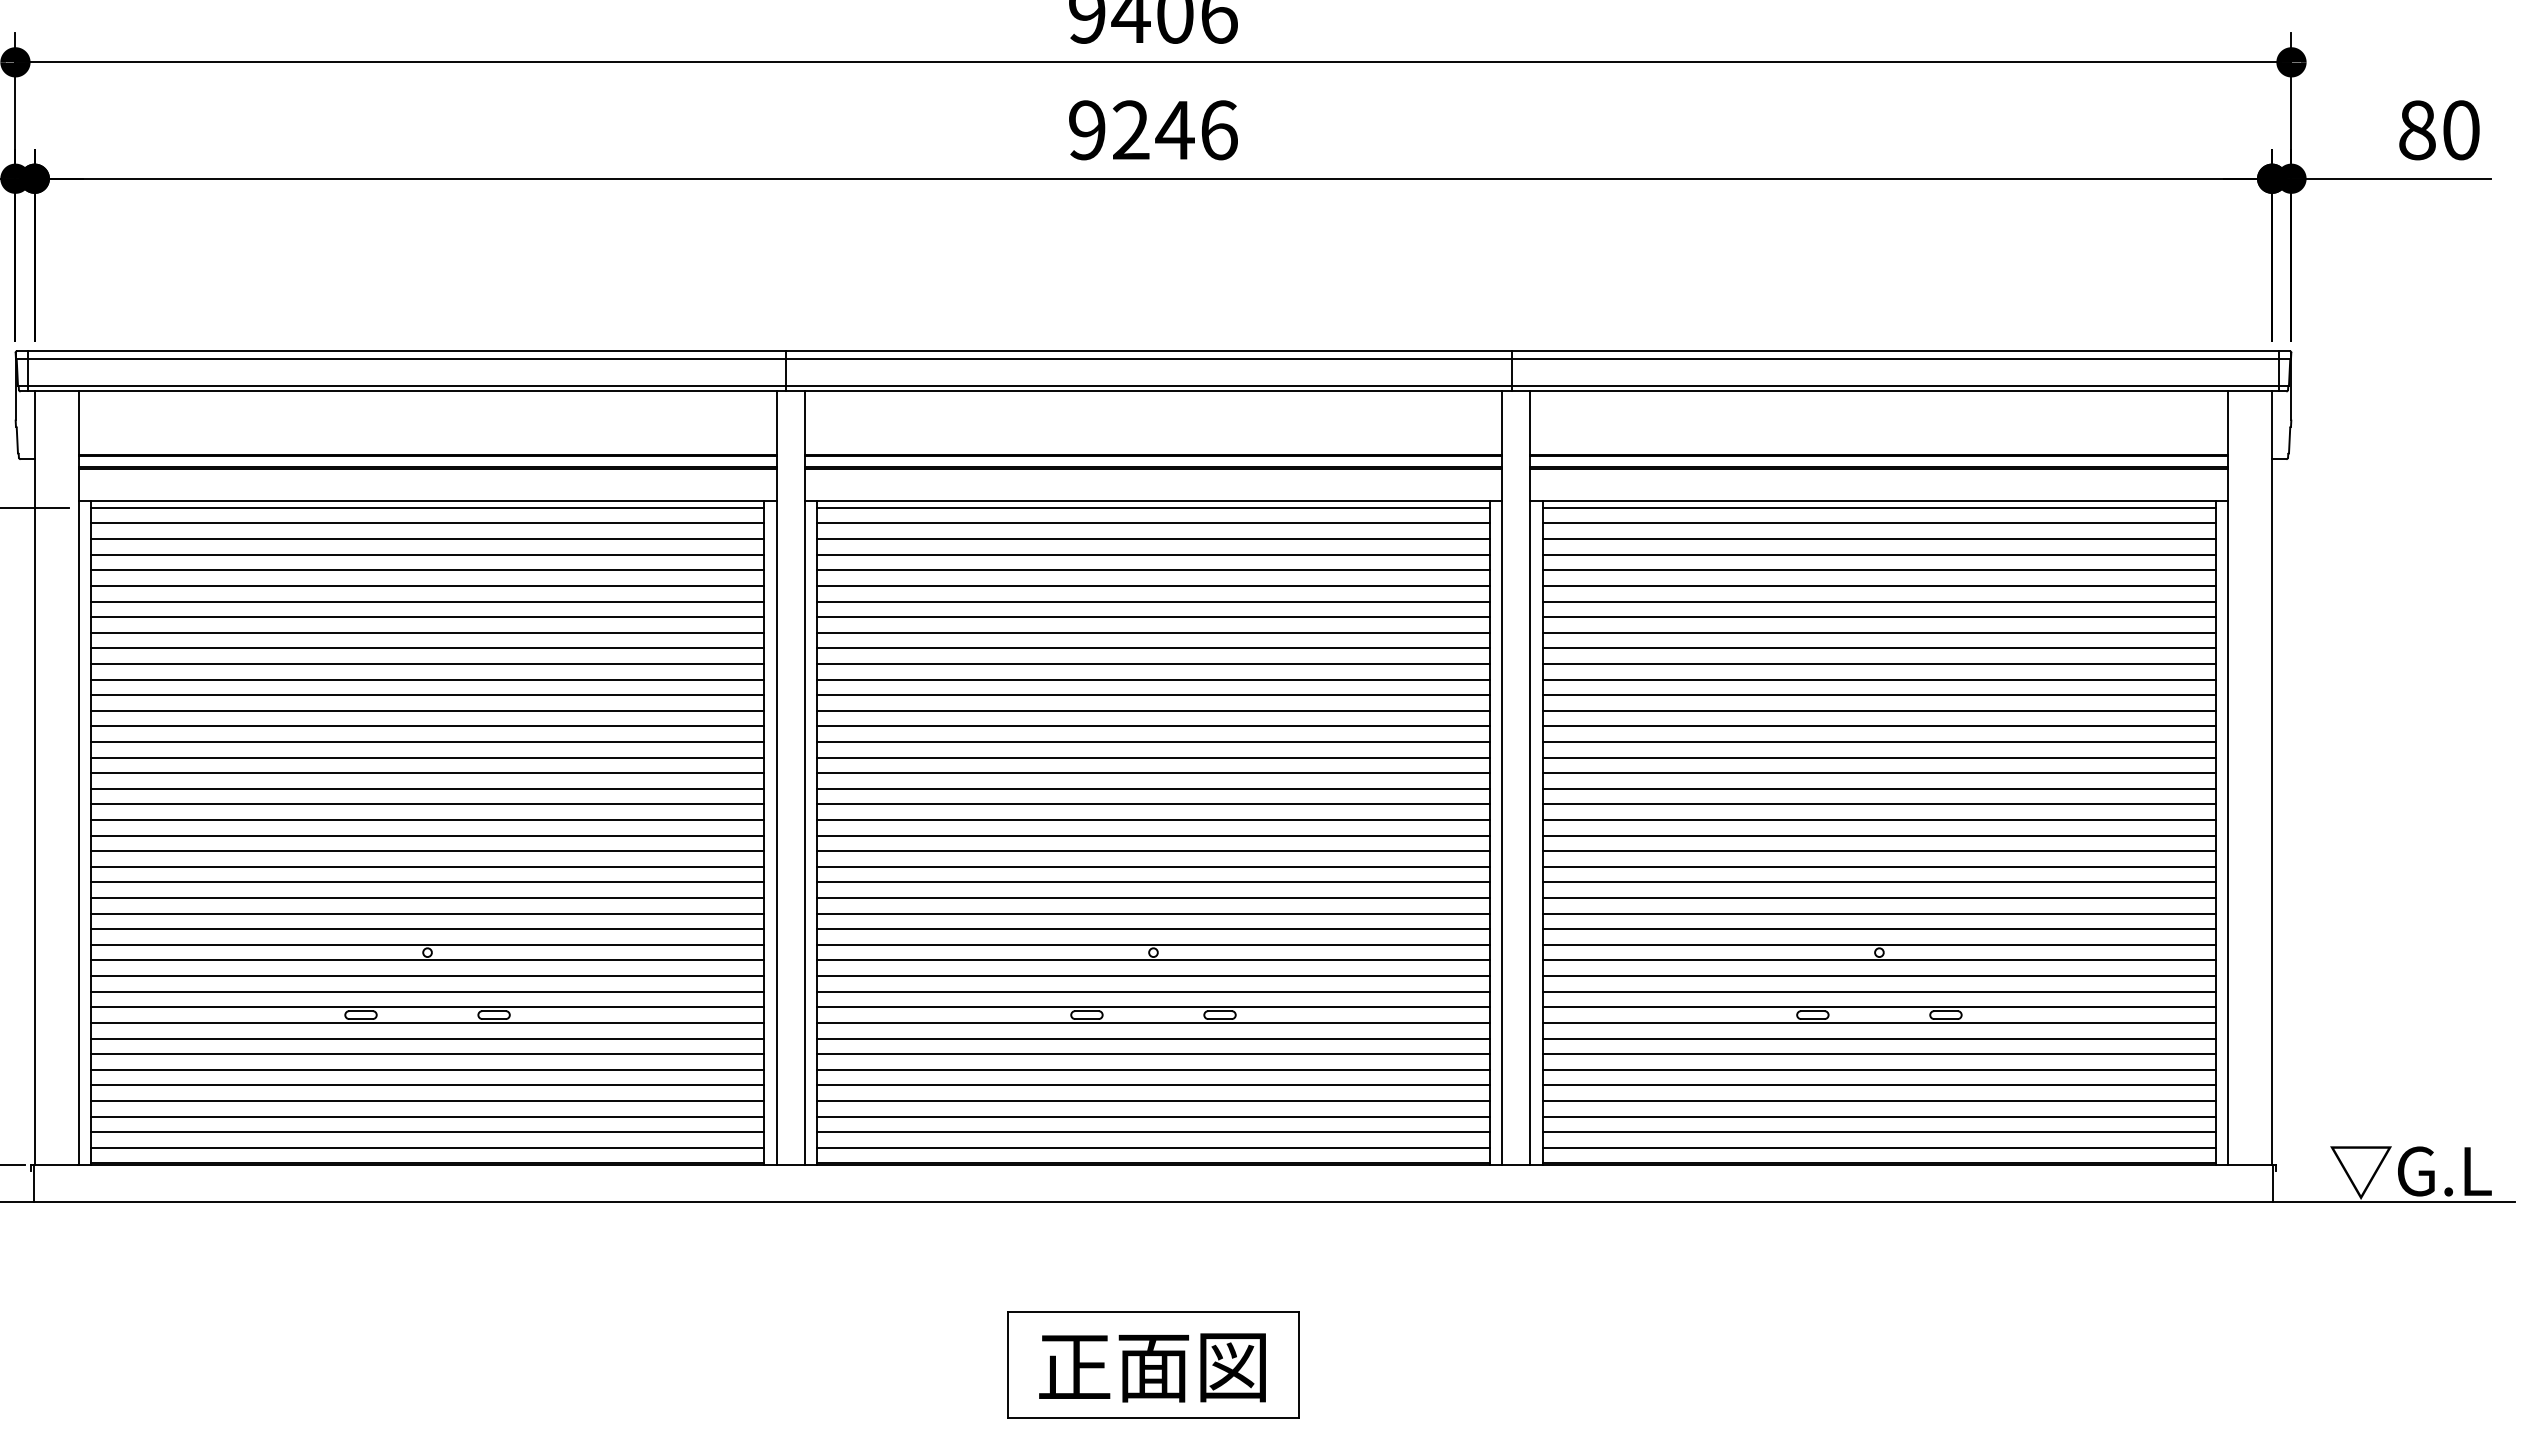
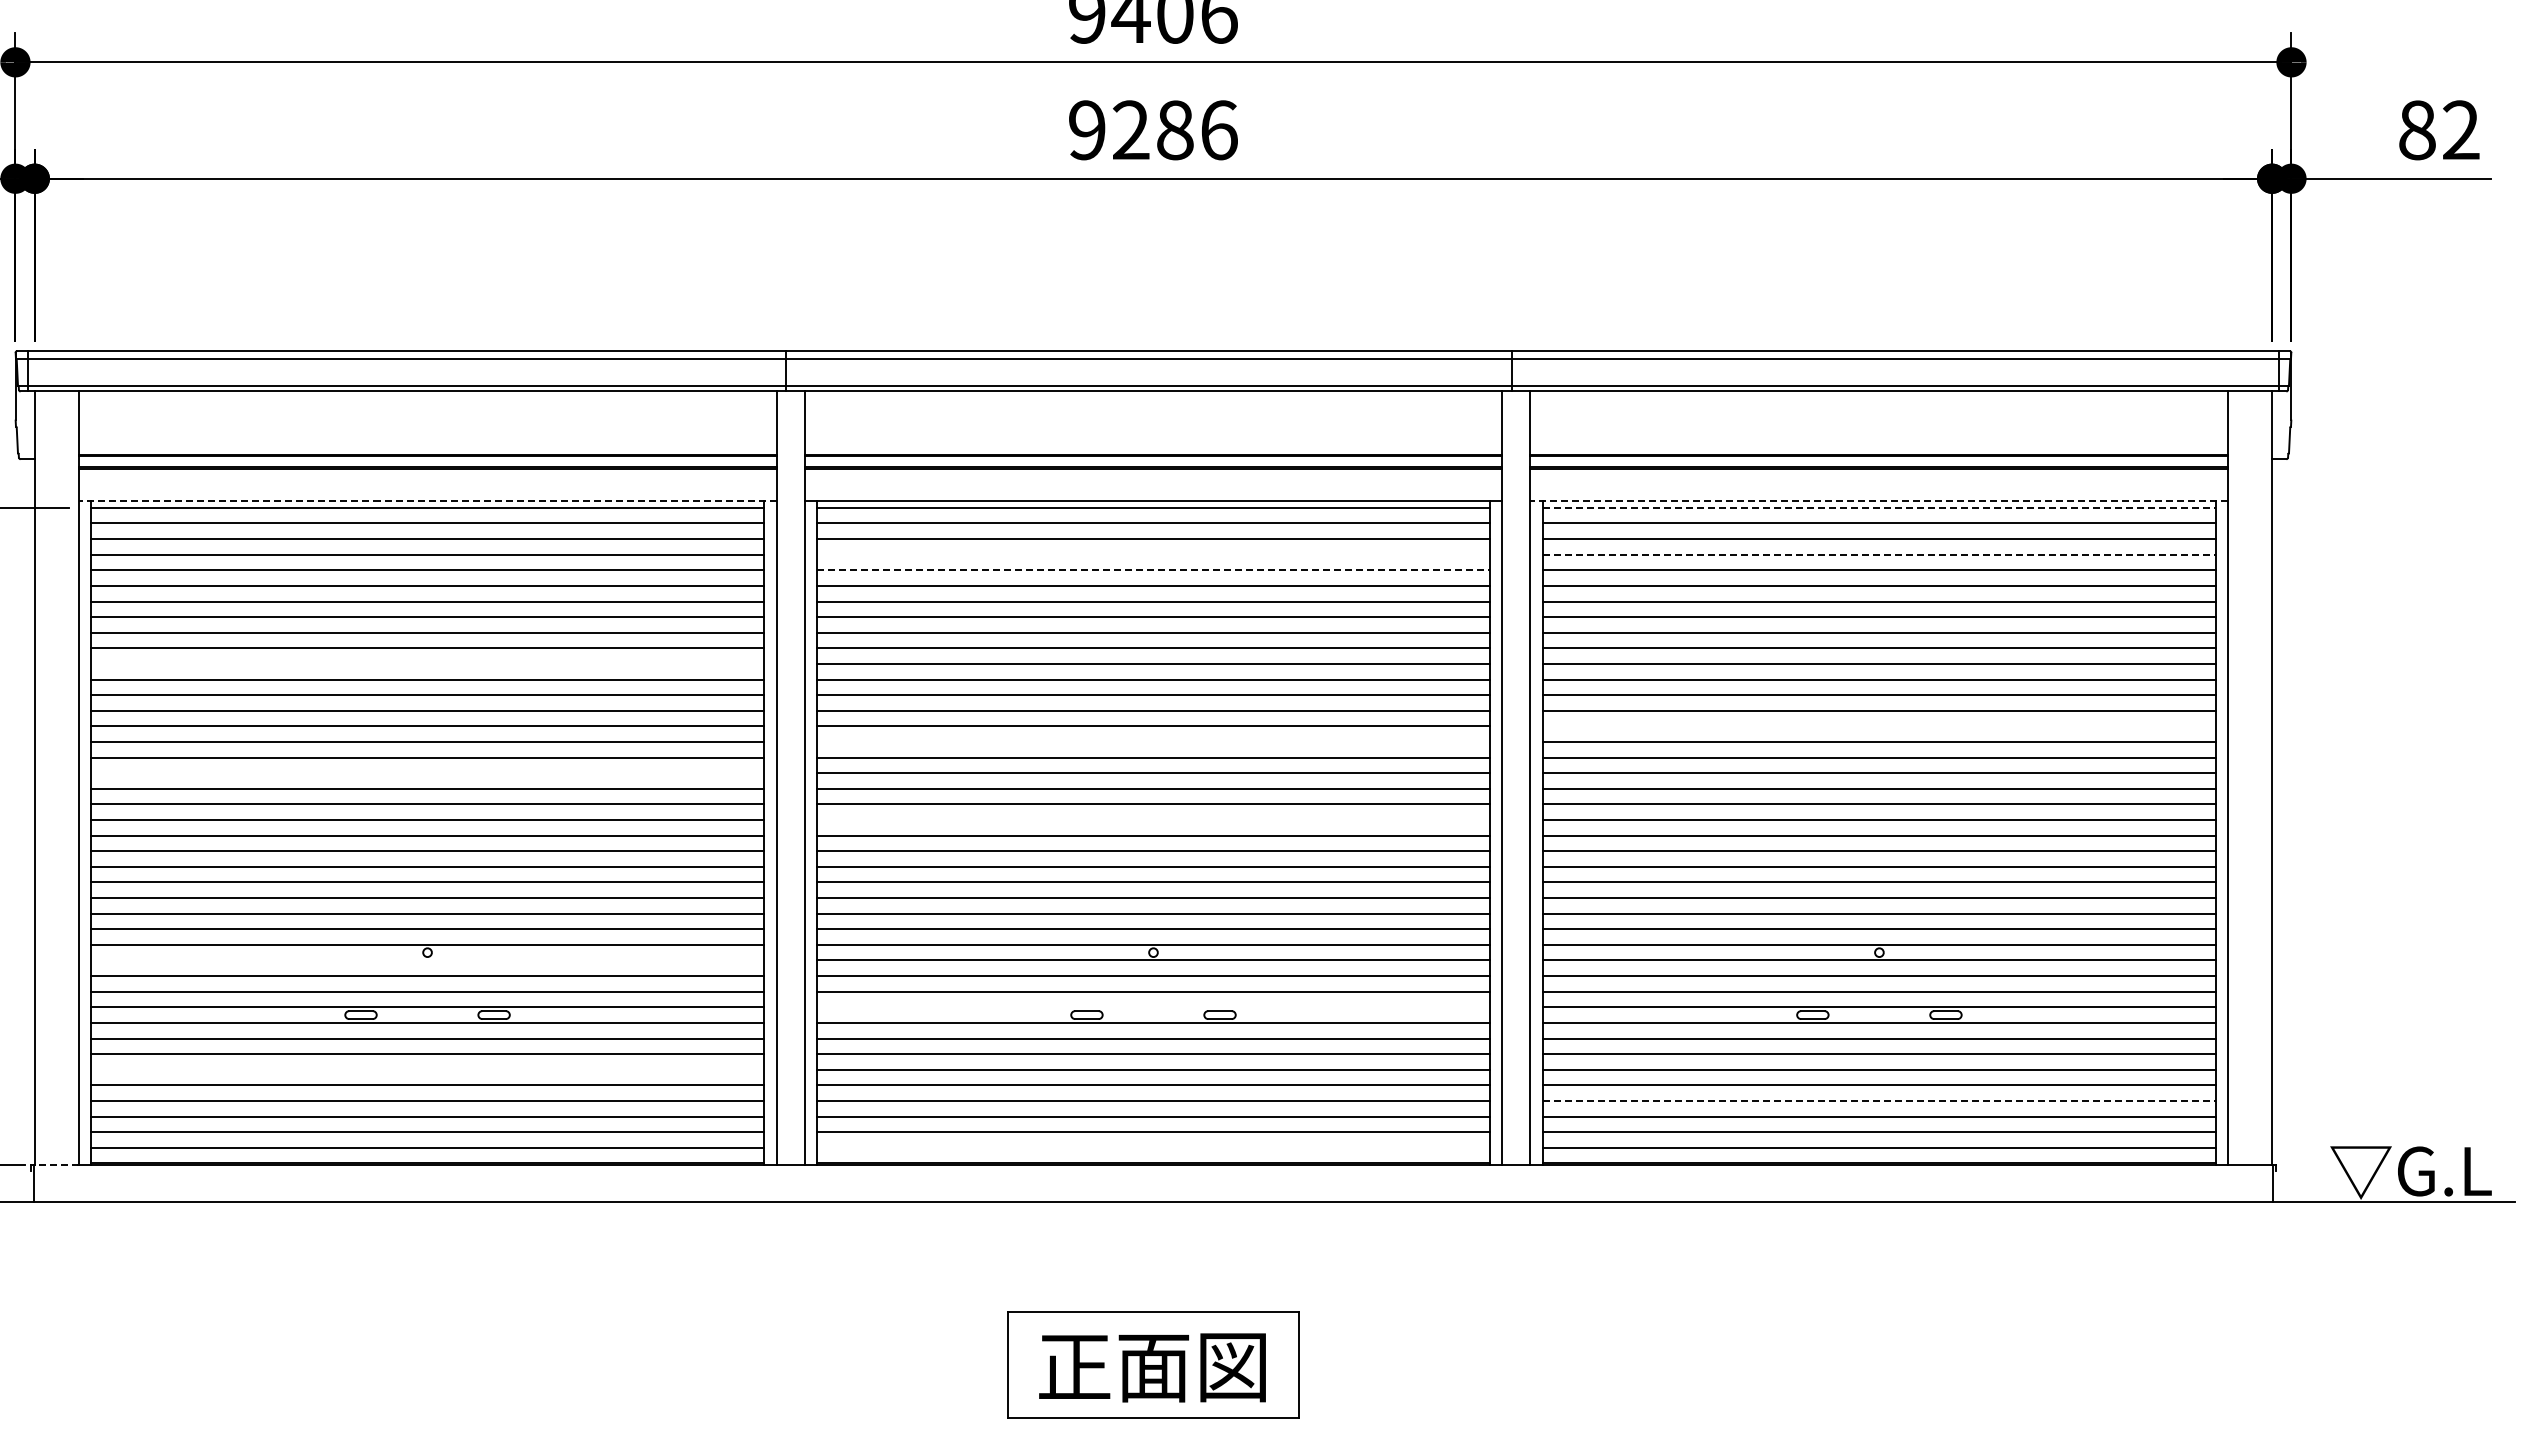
text at (1174, 130): 9246 -> 9286
text at (2461, 130): 80 -> 82
line at (427, 501): solid -> dashed
line at (1879, 501): solid -> dashed
line at (1879, 507): solid -> dashed
line at (1153, 554): present -> none
line at (1879, 554): solid -> dashed
line at (1153, 570): solid -> dashed
line at (427, 663): present -> none
line at (1879, 726): present -> none
line at (1153, 741): present -> none
line at (427, 773): present -> none
line at (1153, 820): present -> none
line at (427, 960): present -> none
line at (1153, 1007): present -> none
line at (427, 1069): present -> none
line at (1879, 1100): solid -> dashed
line at (1153, 1147): present -> none
line at (56, 1165): solid -> dashed
